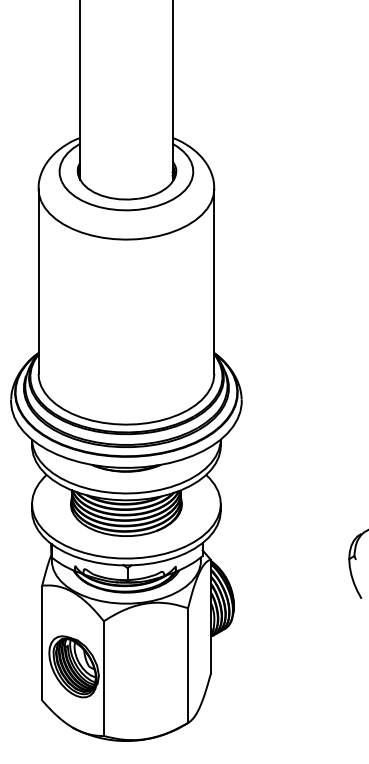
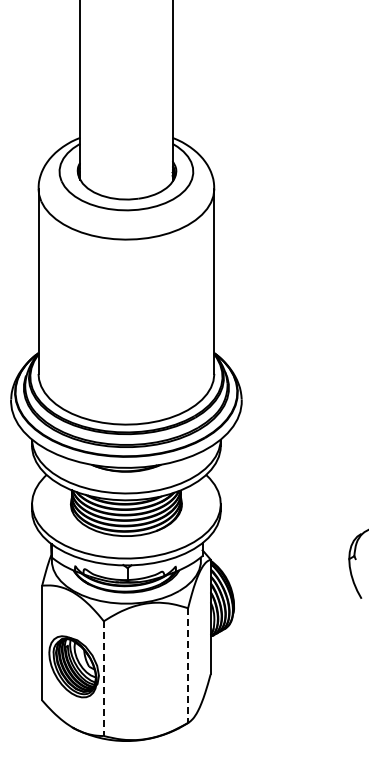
line at (188, 666): solid -> dashed
line at (103, 679): solid -> dashed
